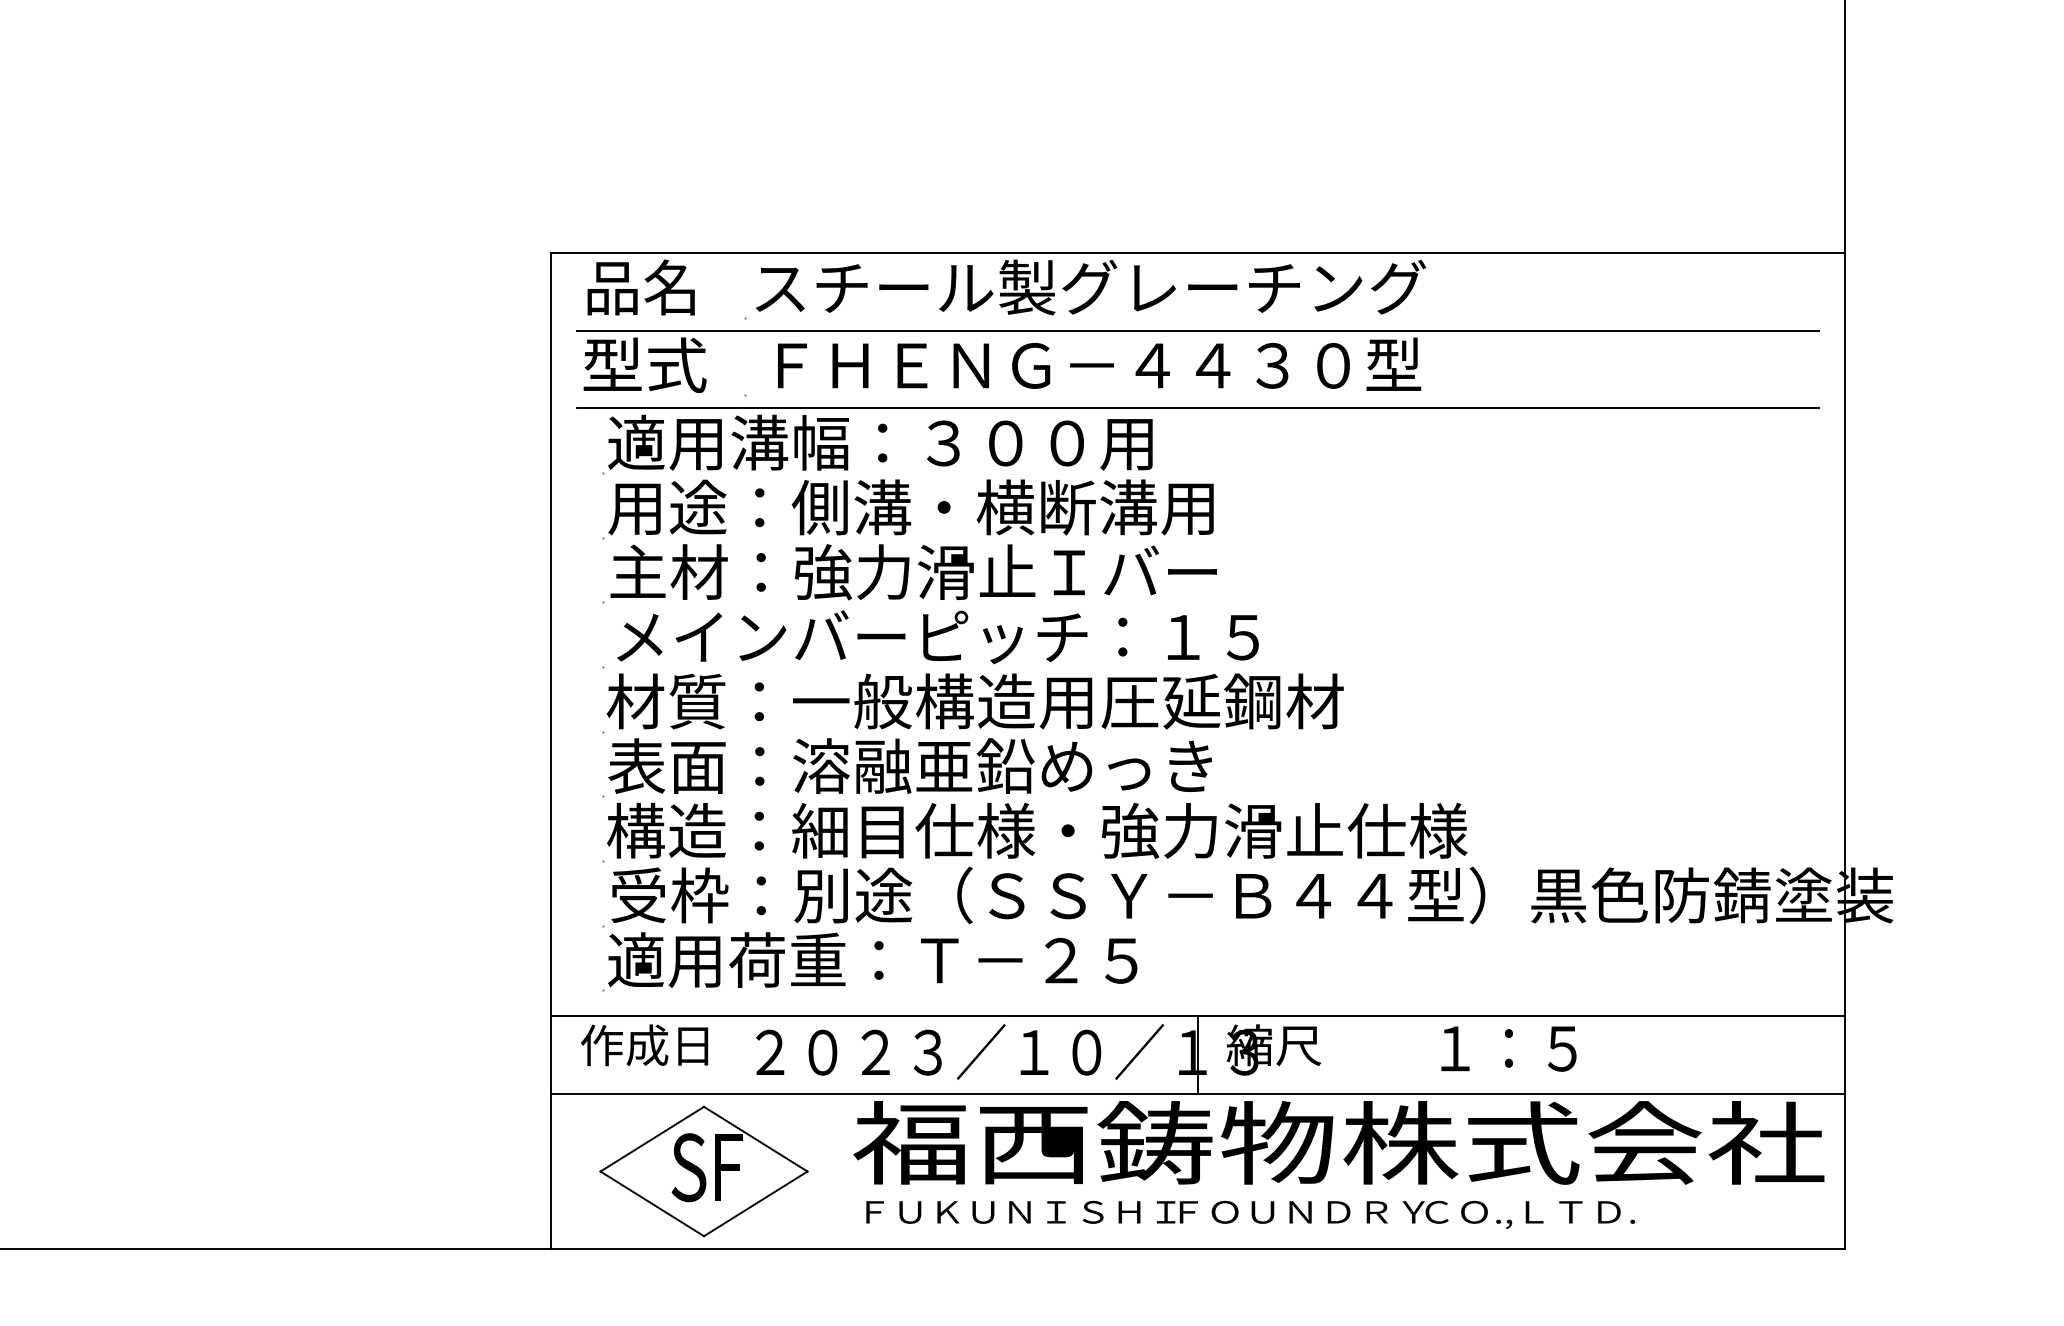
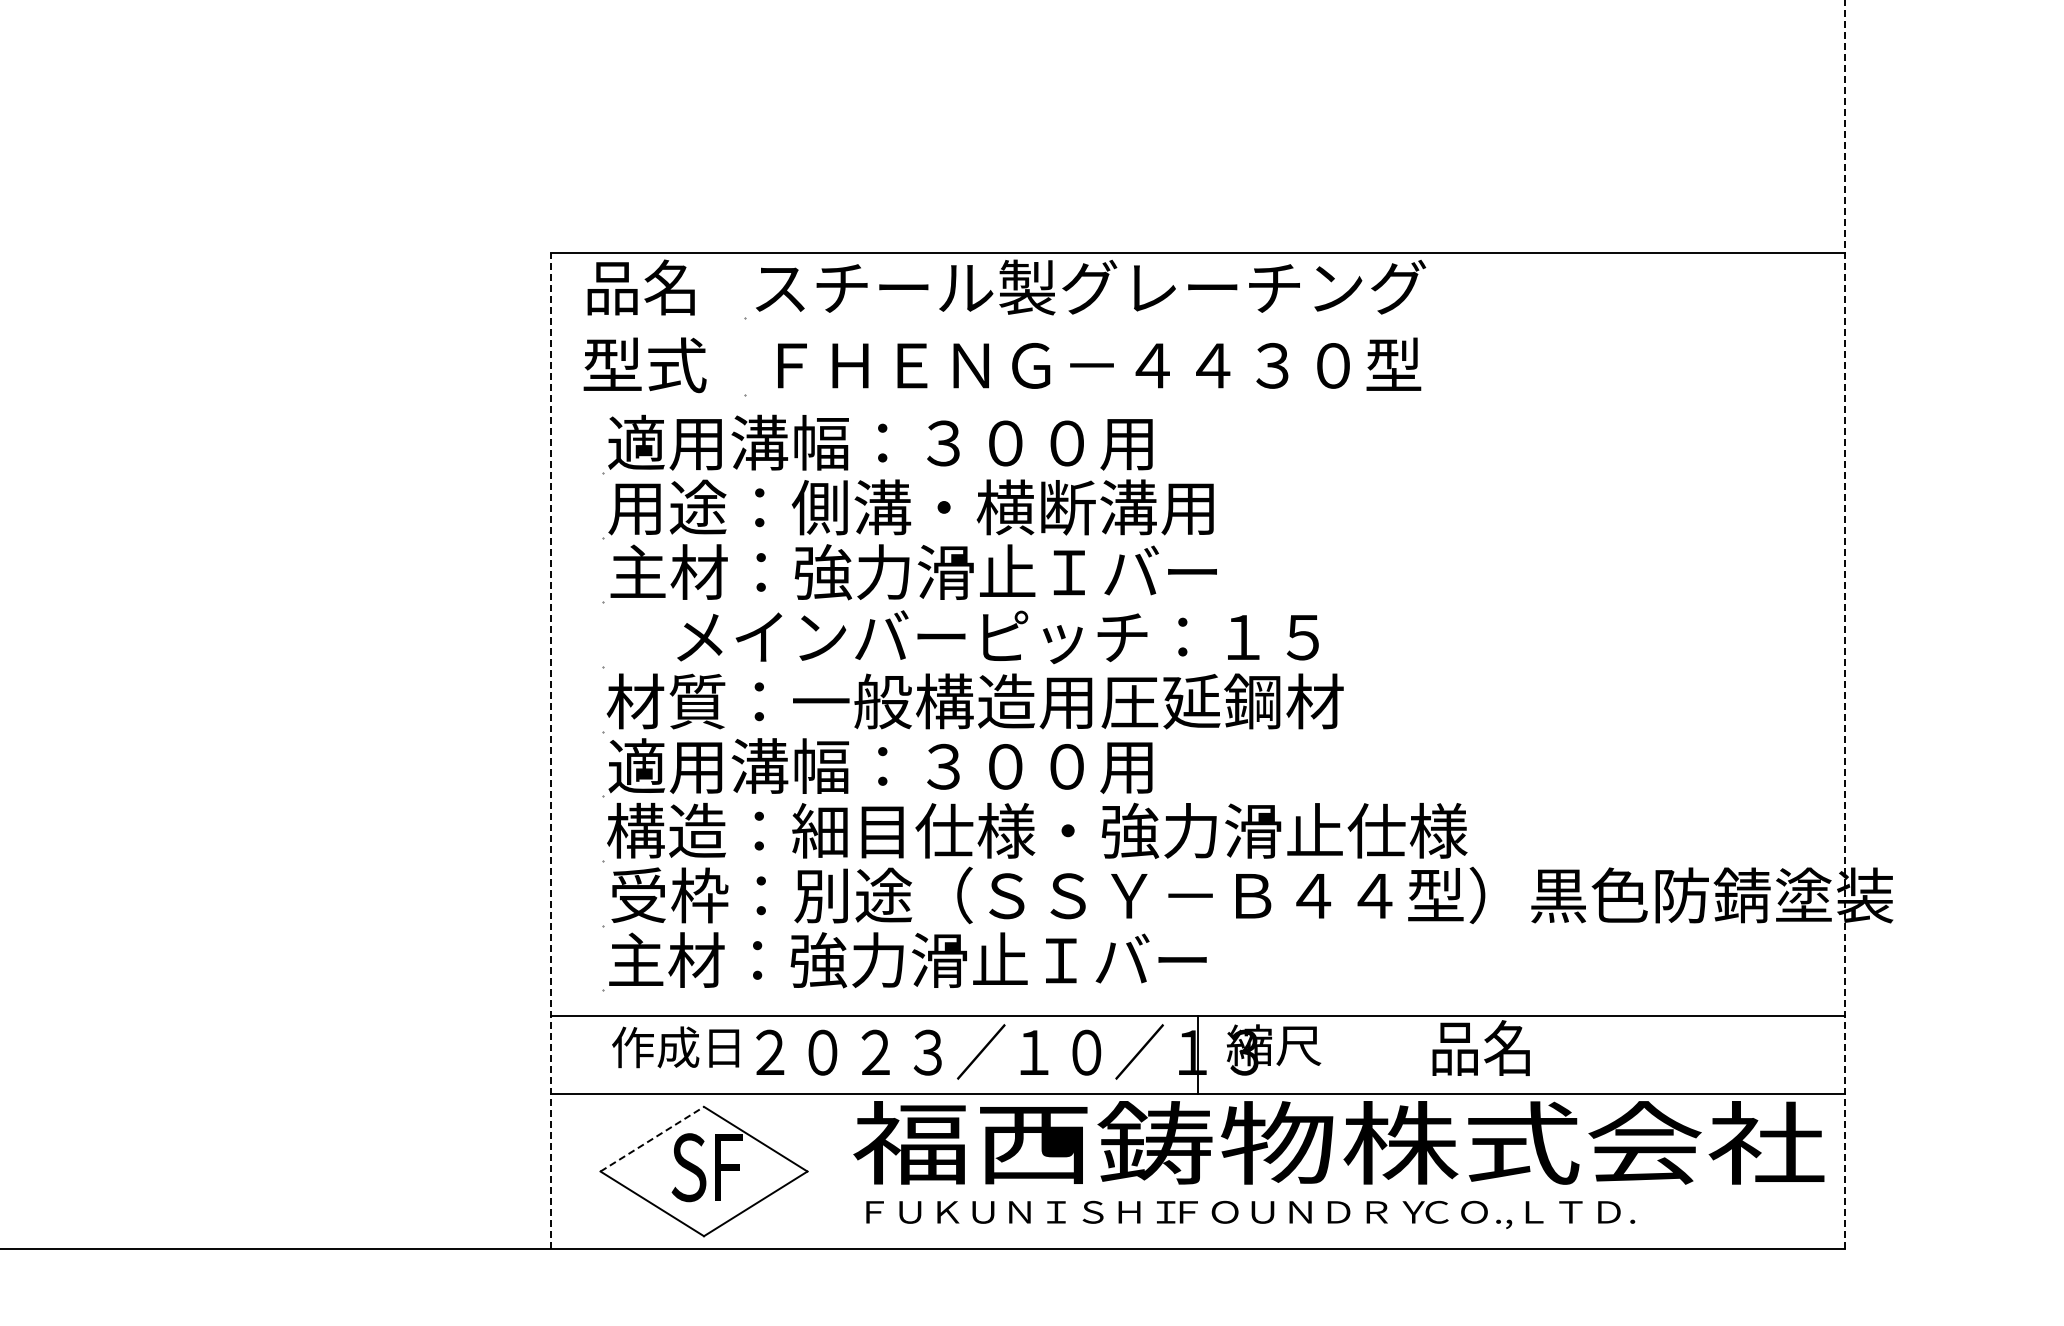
line at (1197, 330): present -> none
line at (1197, 408): present -> none
line at (1844, 624): solid -> dashed
text at (937, 637) position: (937, 637) -> (997, 637)
line at (551, 751): solid -> dashed
text at (910, 765): 表面：溶融亜鉛めっき -> 適用溝幅：３００用
text at (907, 960): 適用荷重：Ｔ－２５ -> 主材：強力滑止Ｉバー
text at (644, 1045) position: (644, 1045) -> (675, 1047)
text at (1504, 1048): １：５ -> 品名
line at (652, 1138): solid -> dashed
